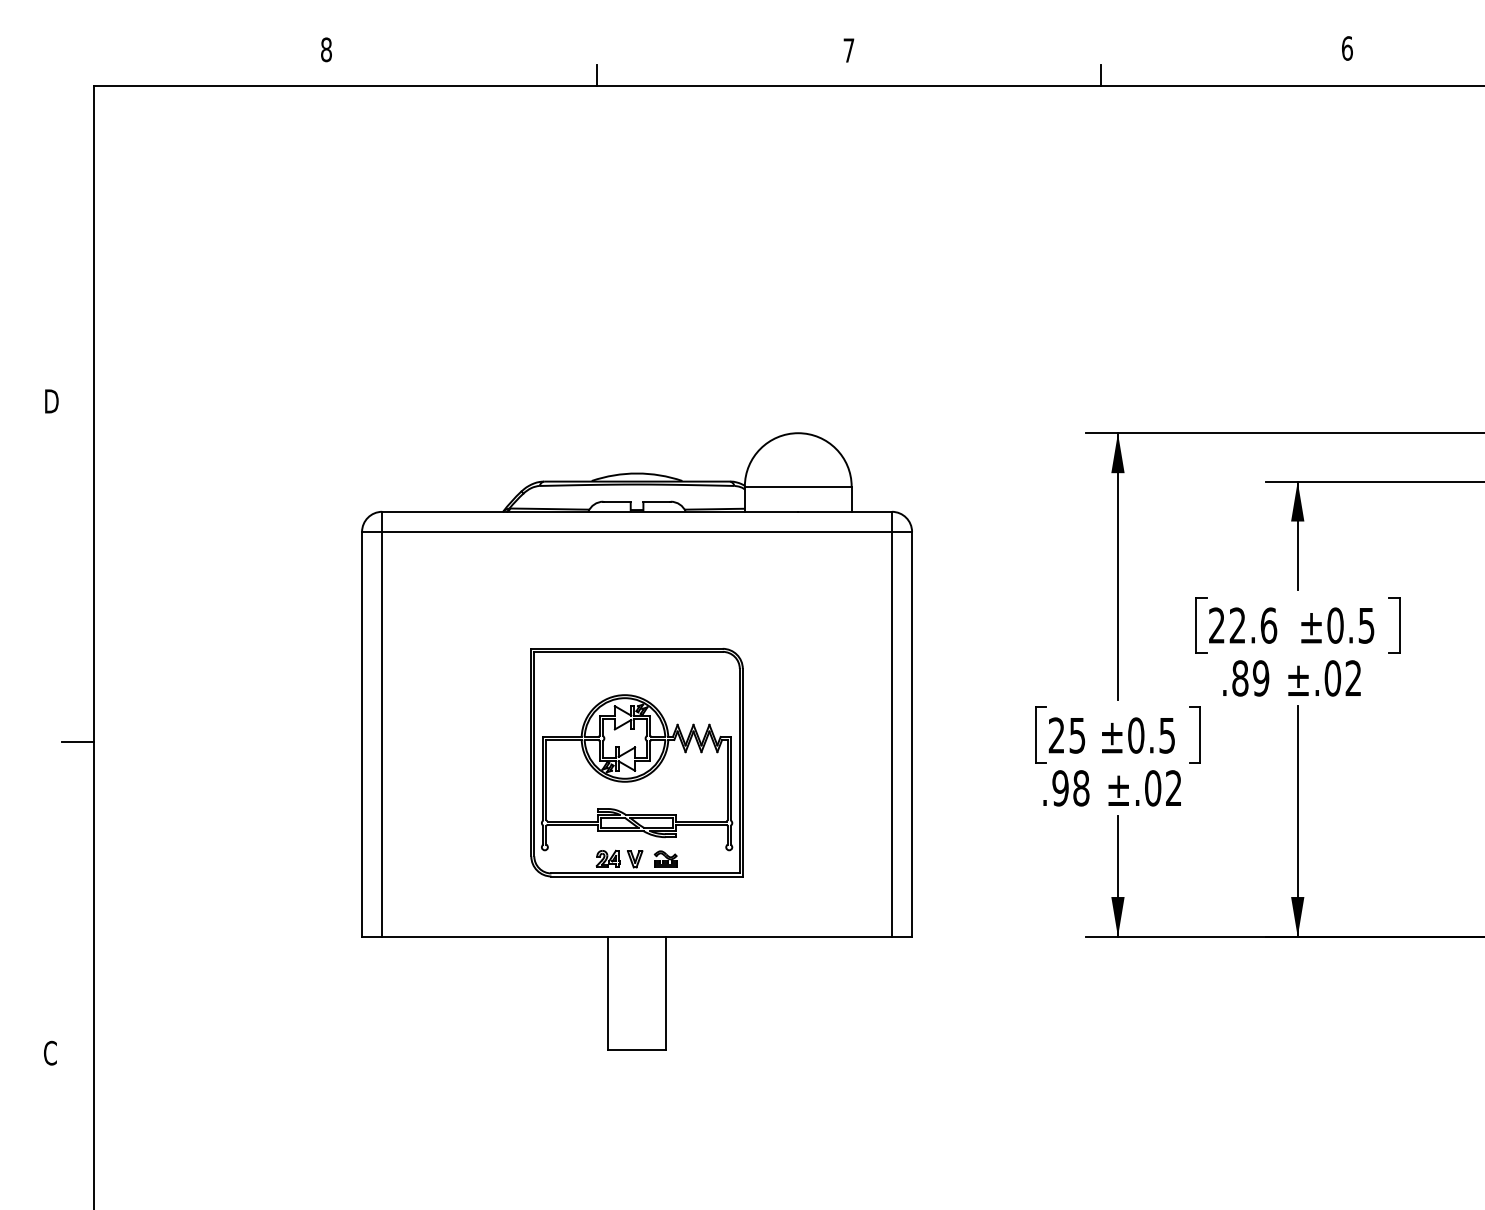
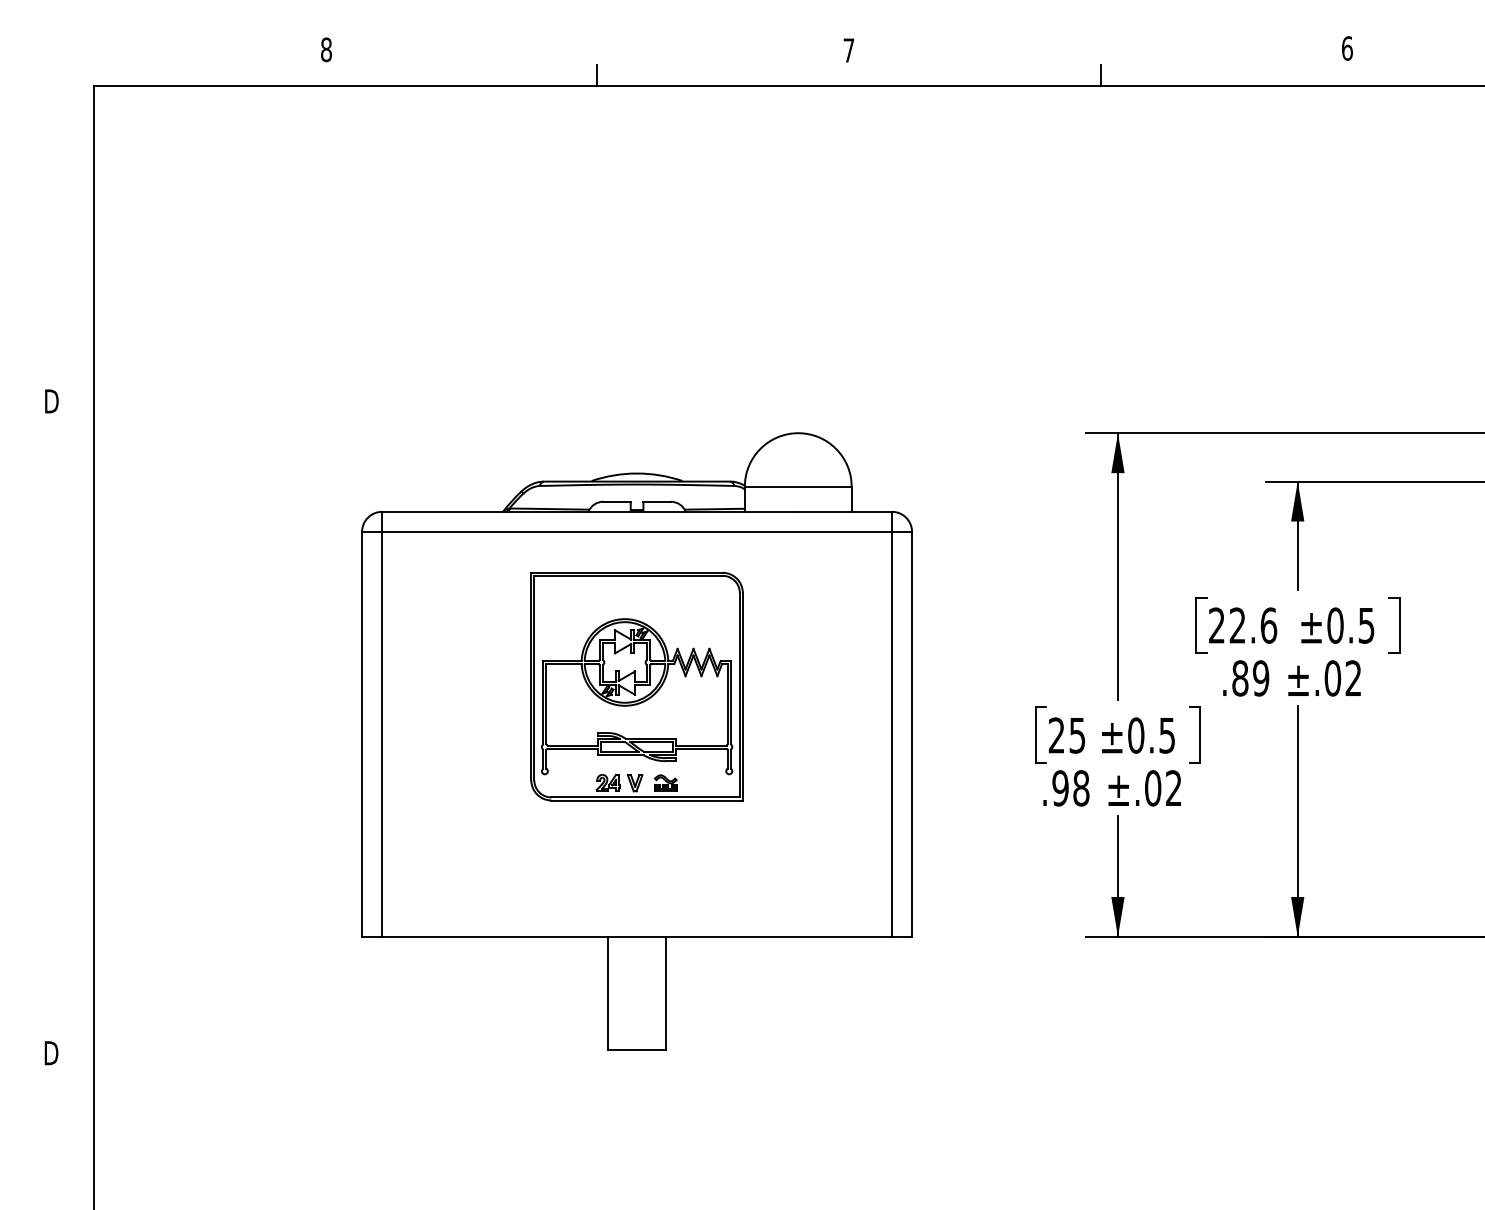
line at (77, 742): present -> none
part at (636, 762) position: (636, 762) -> (636, 686)
text at (51, 1052): C -> D
